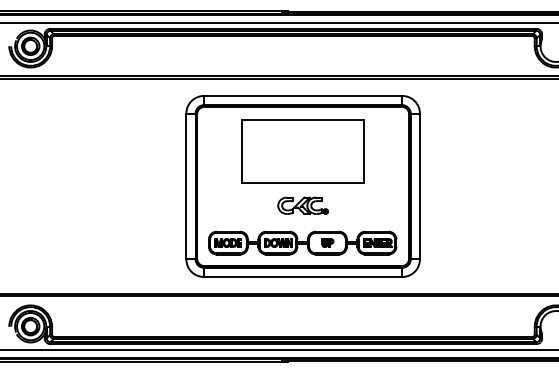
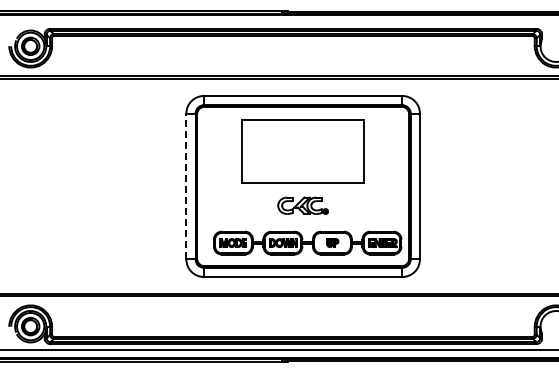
line at (278, 22): present -> none
line at (186, 186): solid -> dashed
part at (302, 242) position: (302, 242) -> (307, 242)
